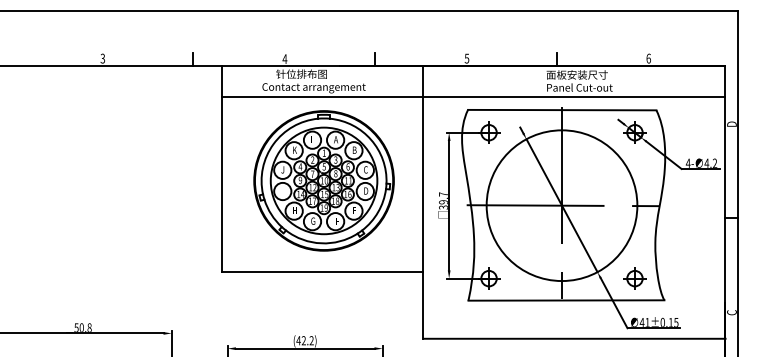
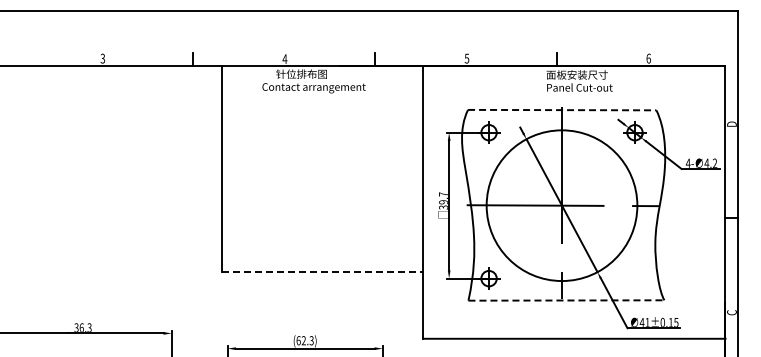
line at (473, 96): present -> none
line at (562, 110): solid -> dashed
part at (323, 180): present -> none
line at (322, 271): solid -> dashed
part at (634, 278): present -> none
line at (566, 300): solid -> dashed
text at (82, 327): 50.8 -> 36.3
text at (304, 340): (42.2) -> (62.3)
